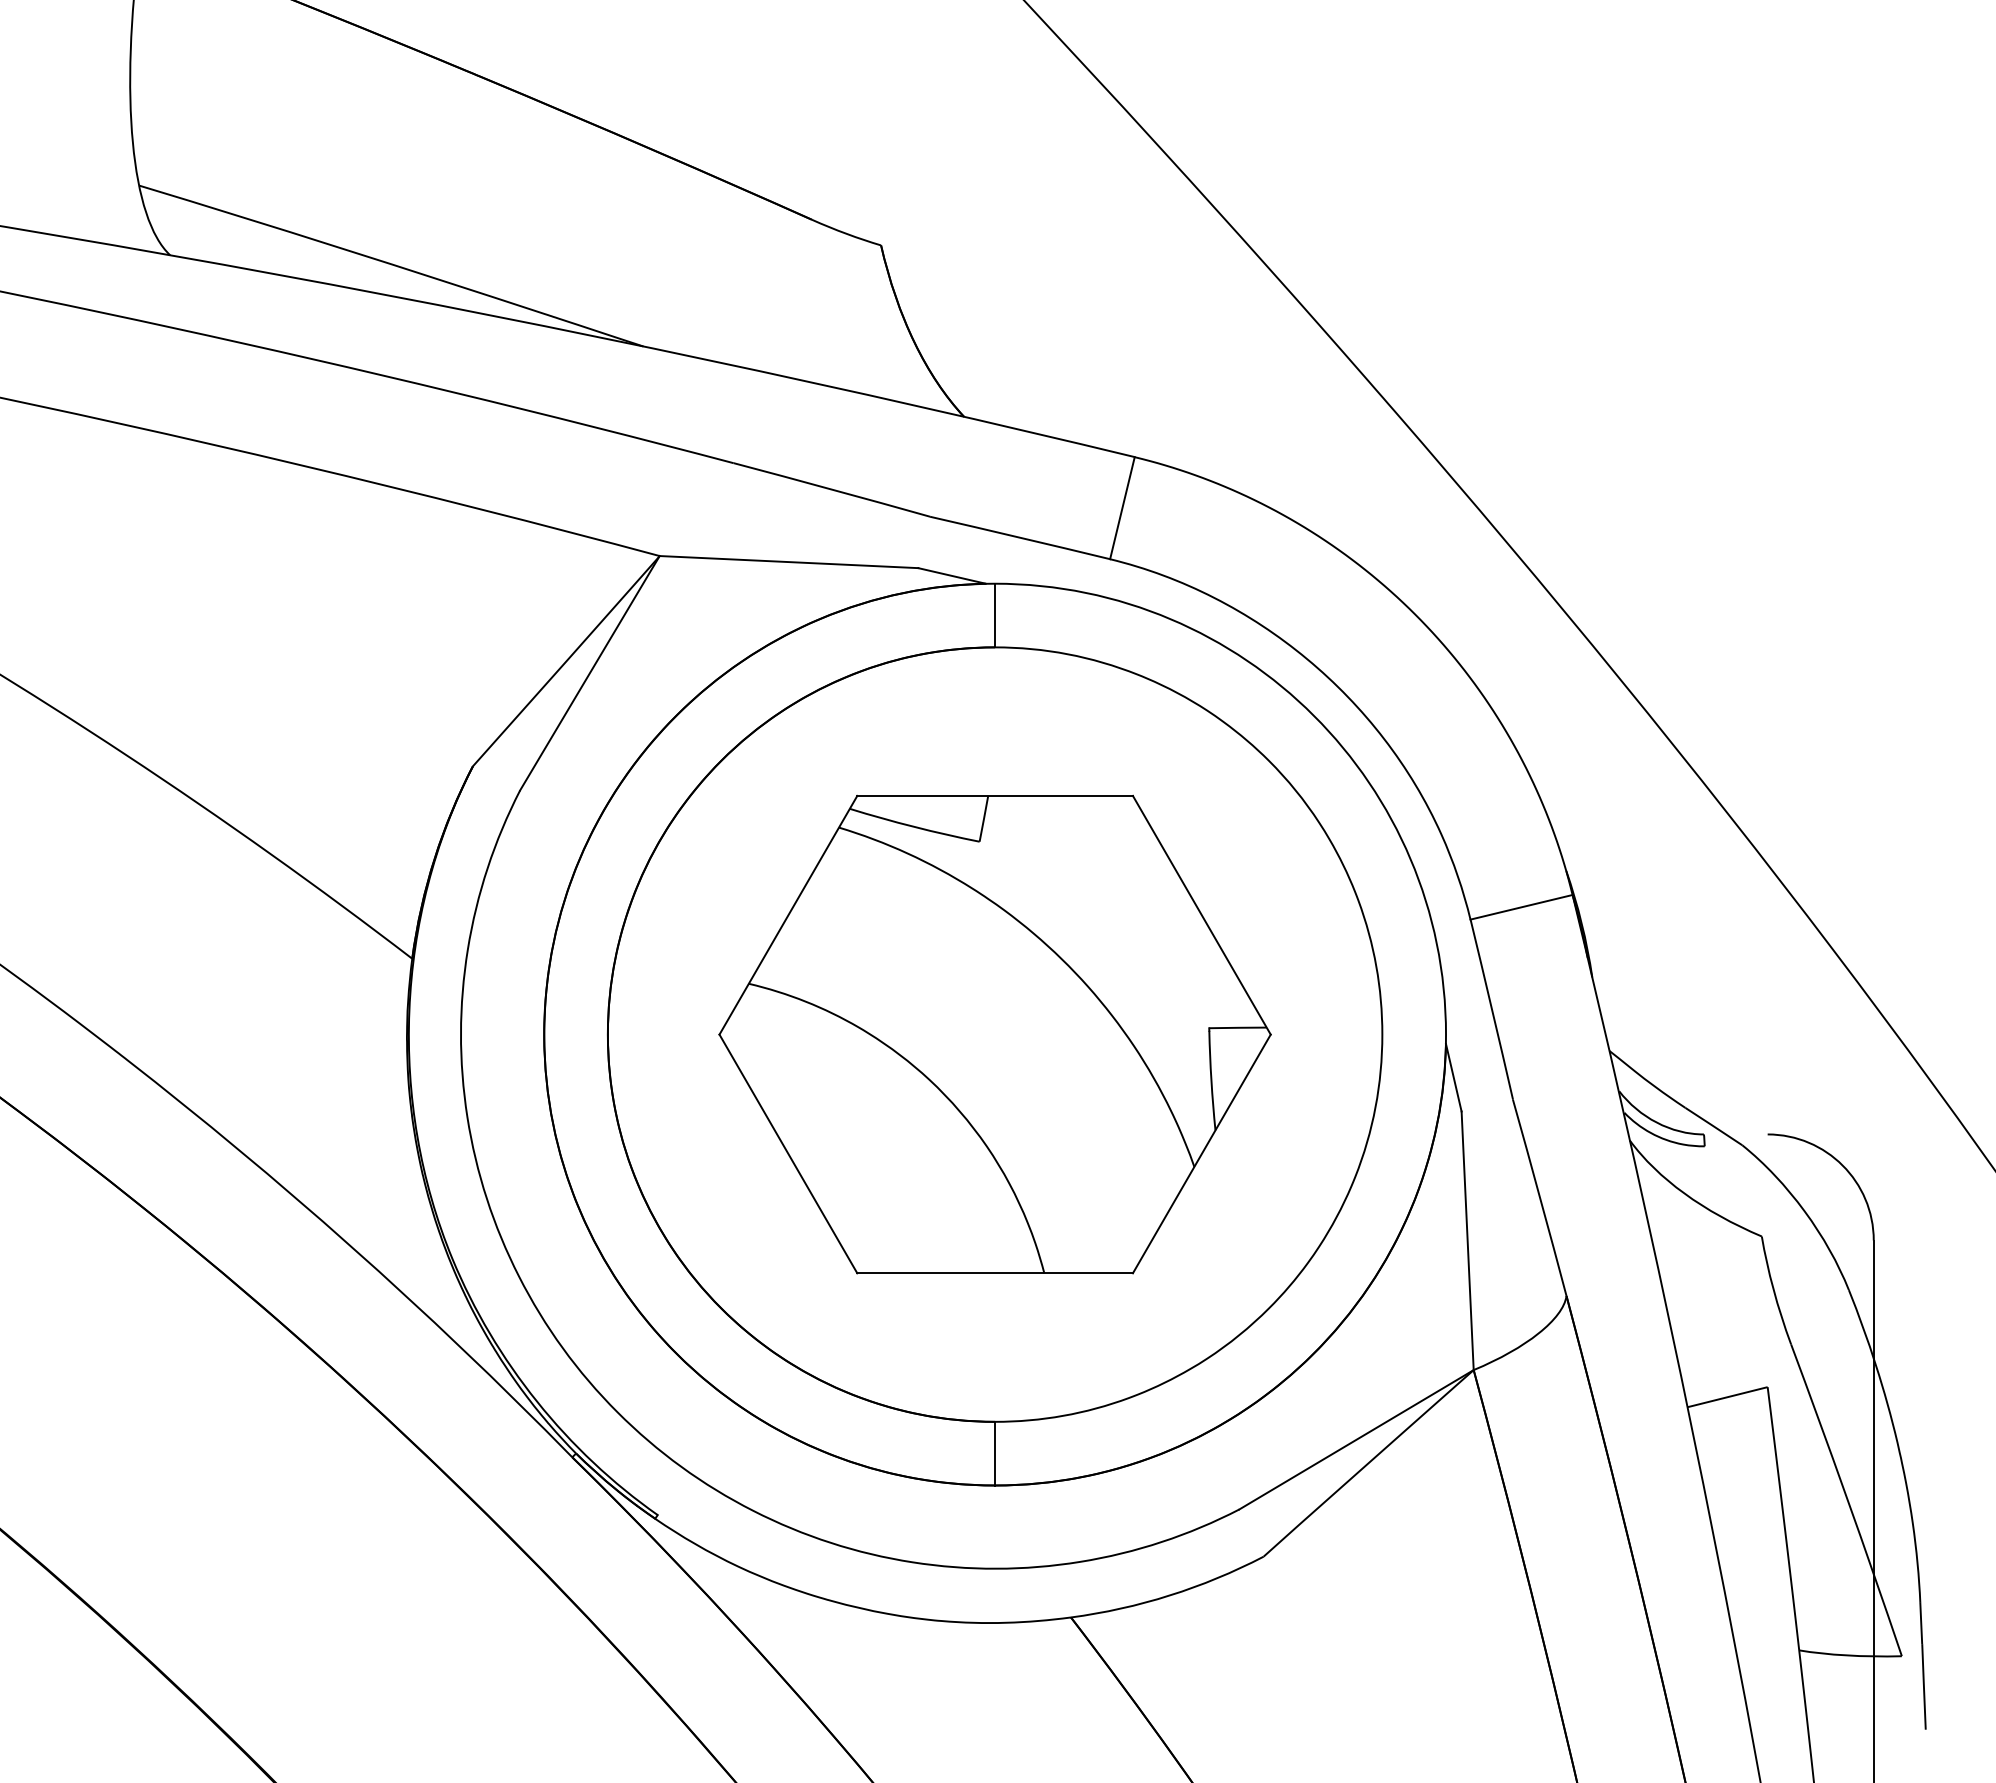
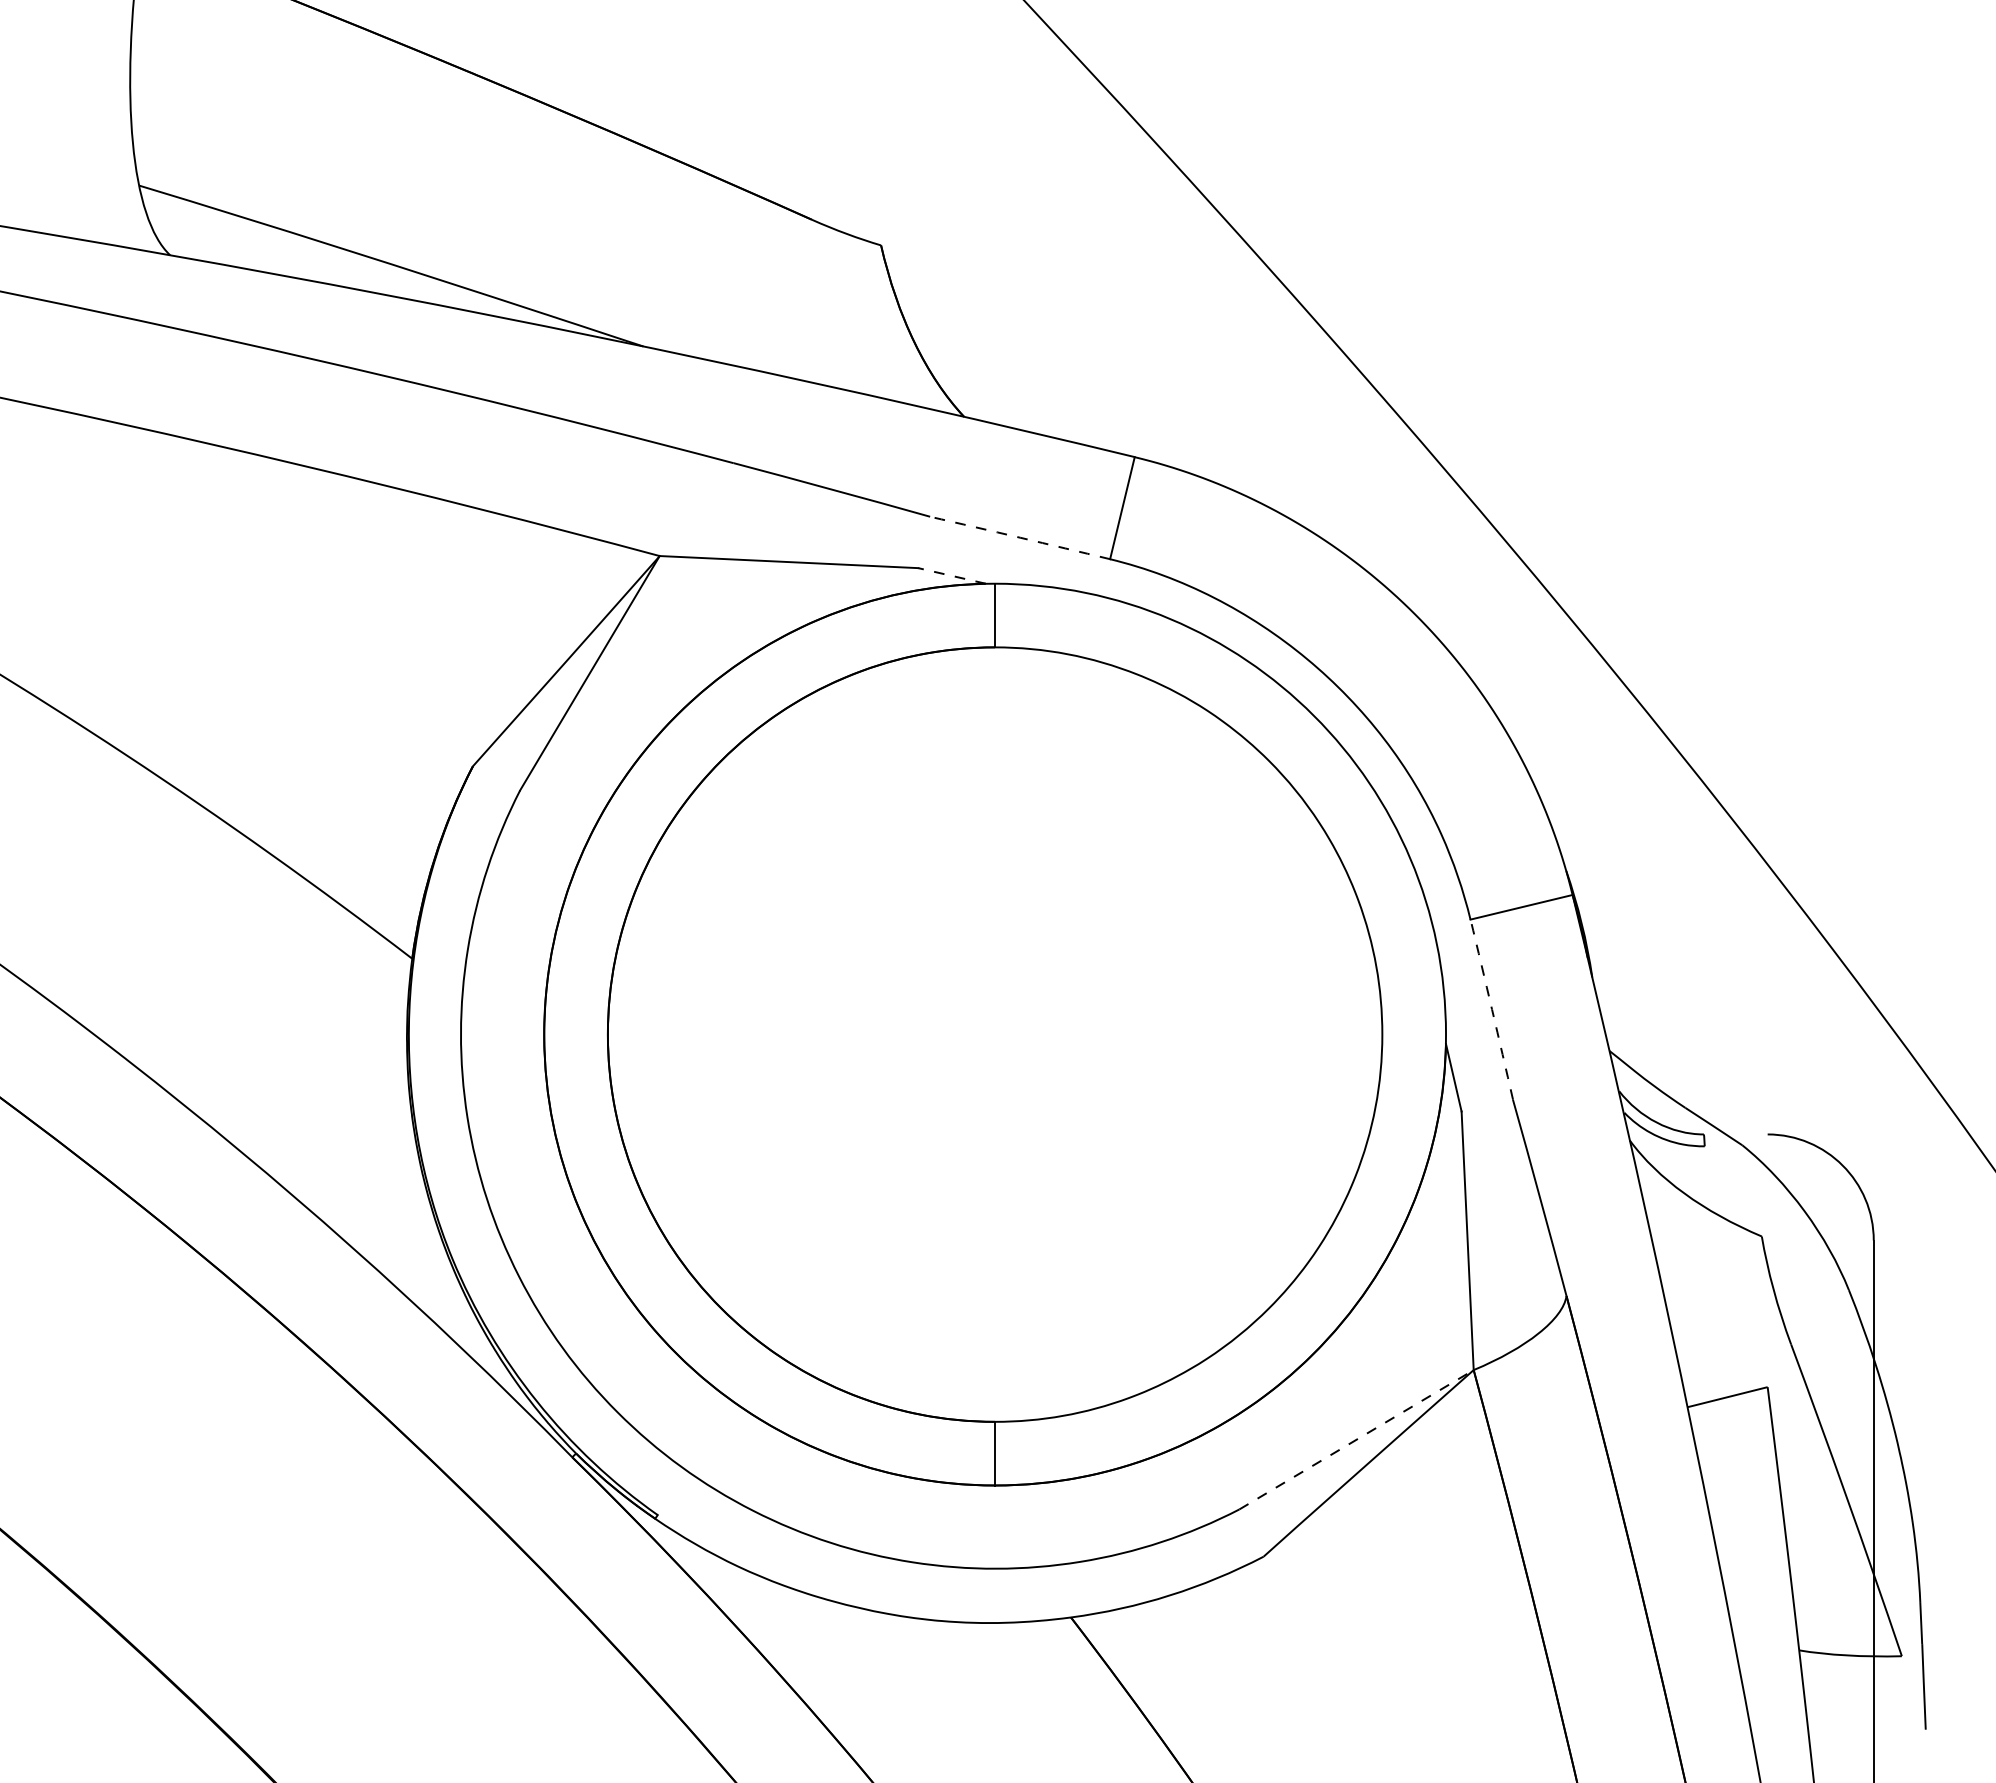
arc at (1020, 537): solid -> dashed
line at (952, 575): solid -> dashed
arc at (1492, 1009): solid -> dashed
part at (994, 1034): present -> none
line at (1356, 1439): solid -> dashed
